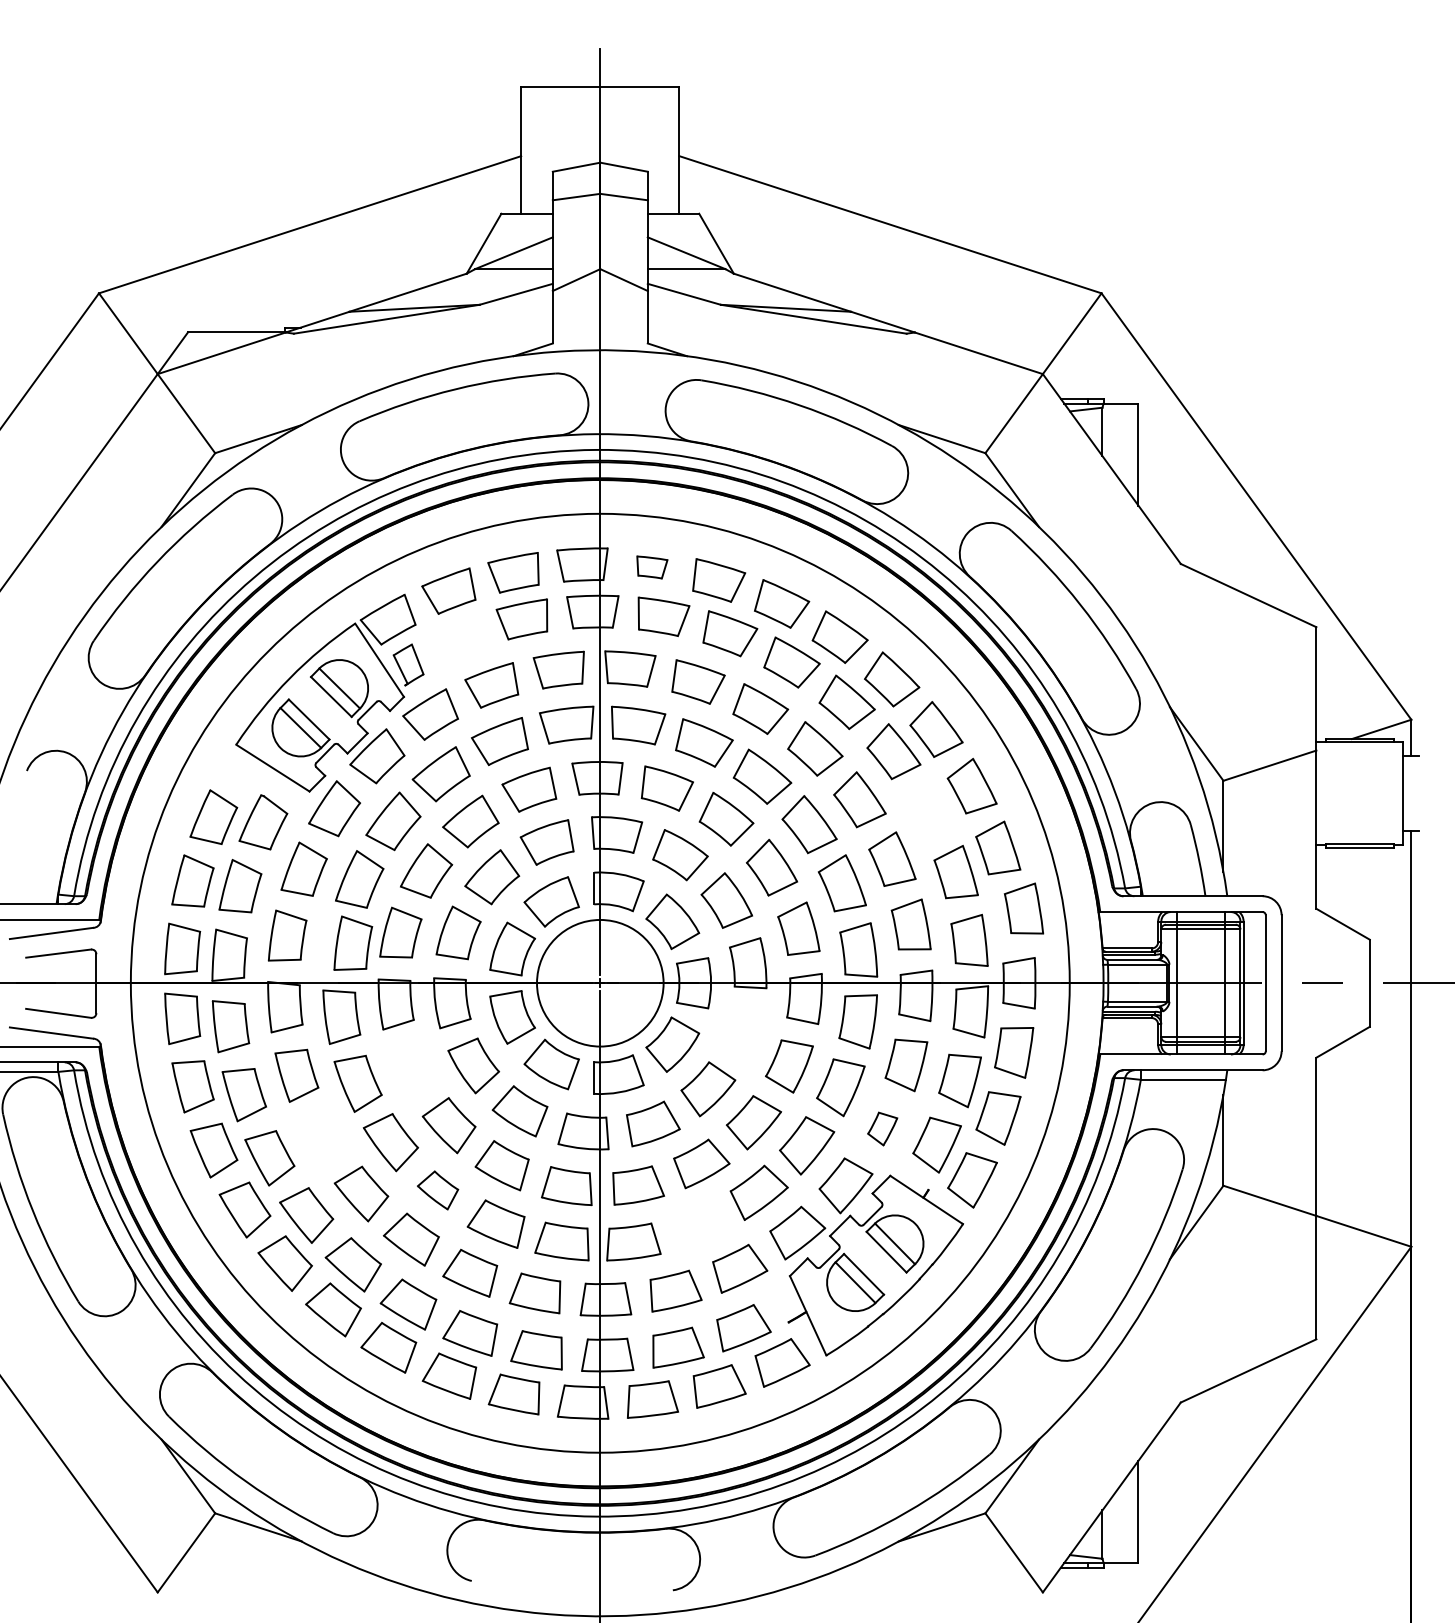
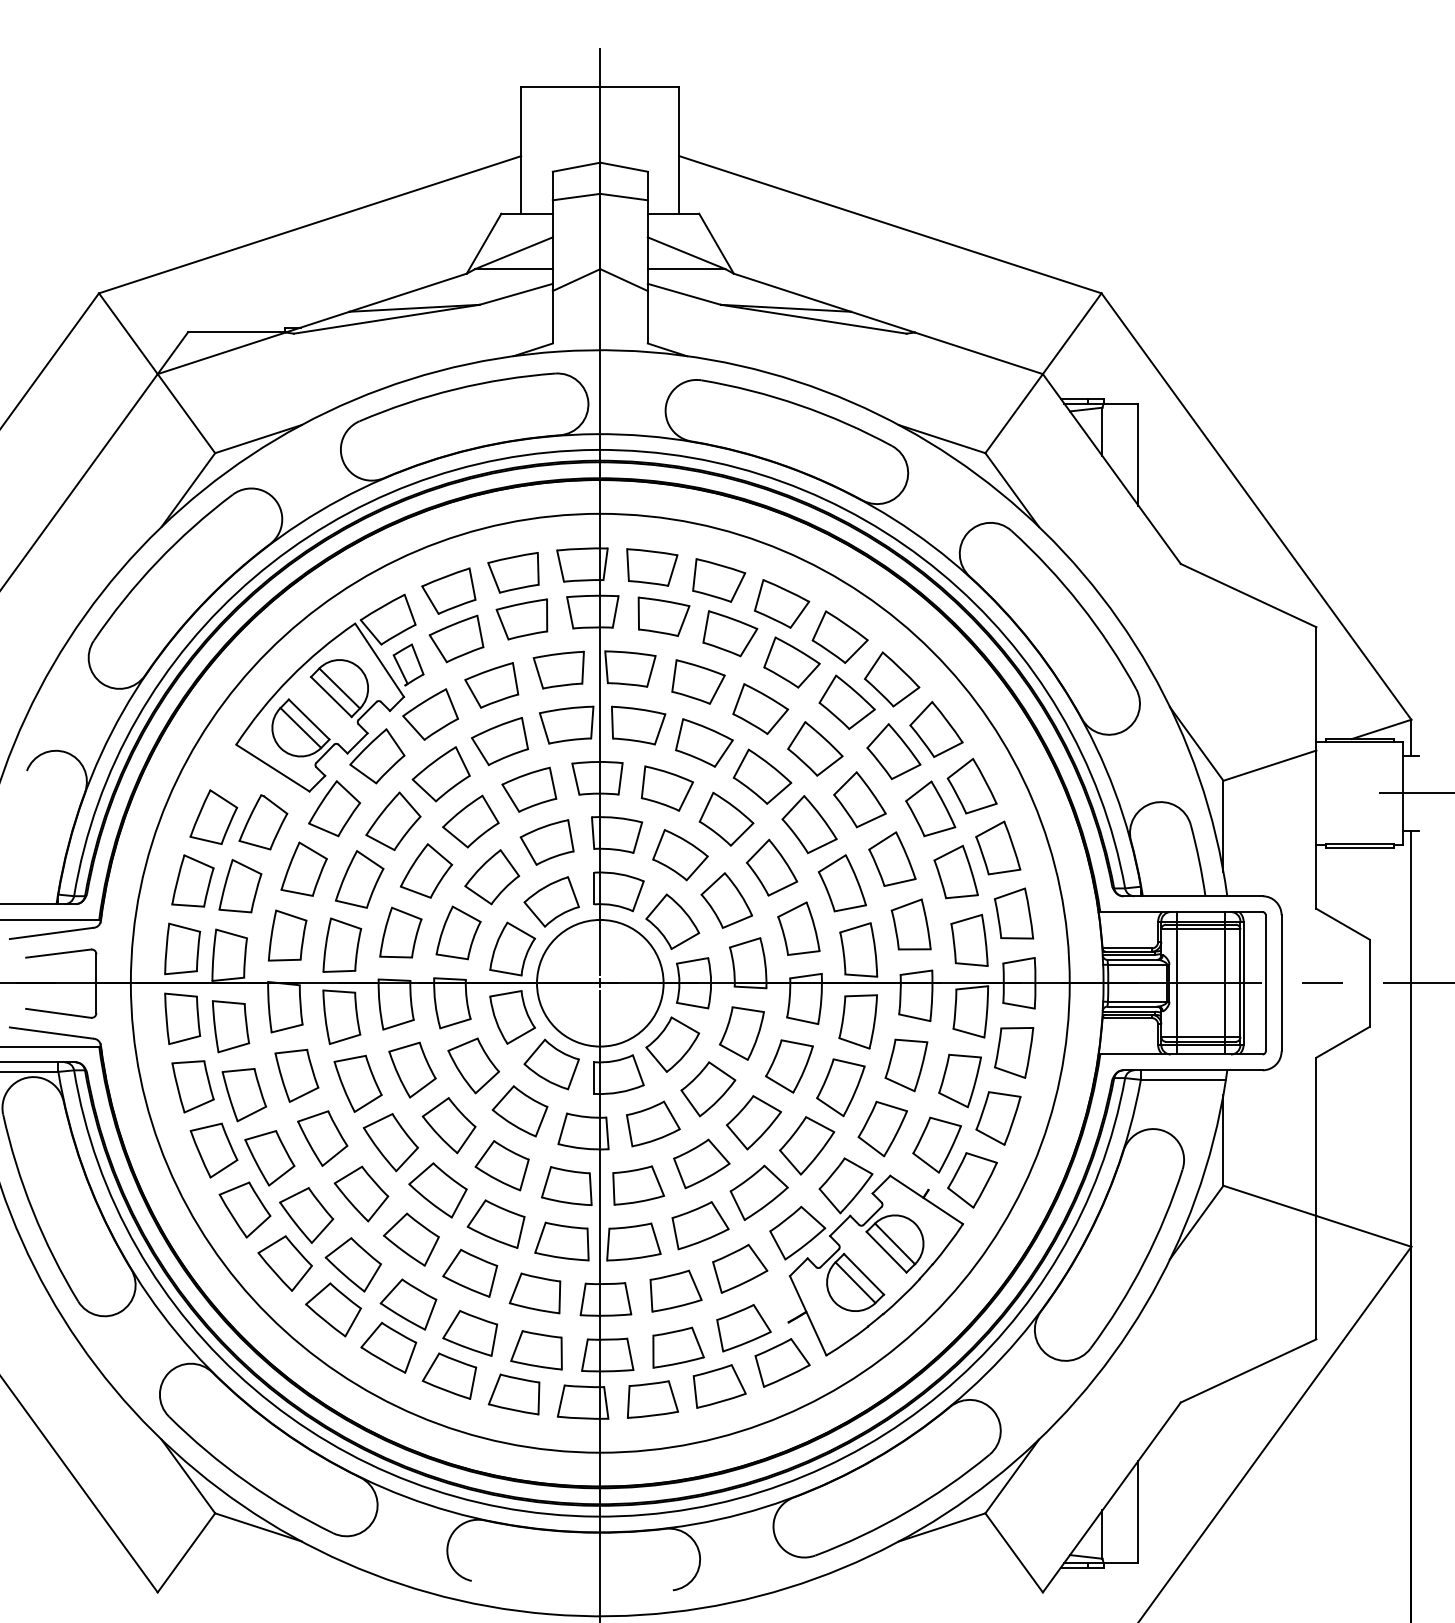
part at (652, 567) size: 33x25 px -> 53x39 px
part at (456, 638): none -> present
line at (1414, 793): none -> present
part at (930, 808): none -> present
part at (1023, 908) position: (1023, 908) -> (1013, 913)
part at (353, 942) position: (353, 942) -> (342, 944)
part at (741, 1033): none -> present
part at (412, 1069): none -> present
part at (882, 1128) size: 32x36 px -> 51x58 px
part at (322, 1138): none -> present
part at (438, 1190) size: 43x41 px -> 60x57 px
part at (700, 1225): none -> present
